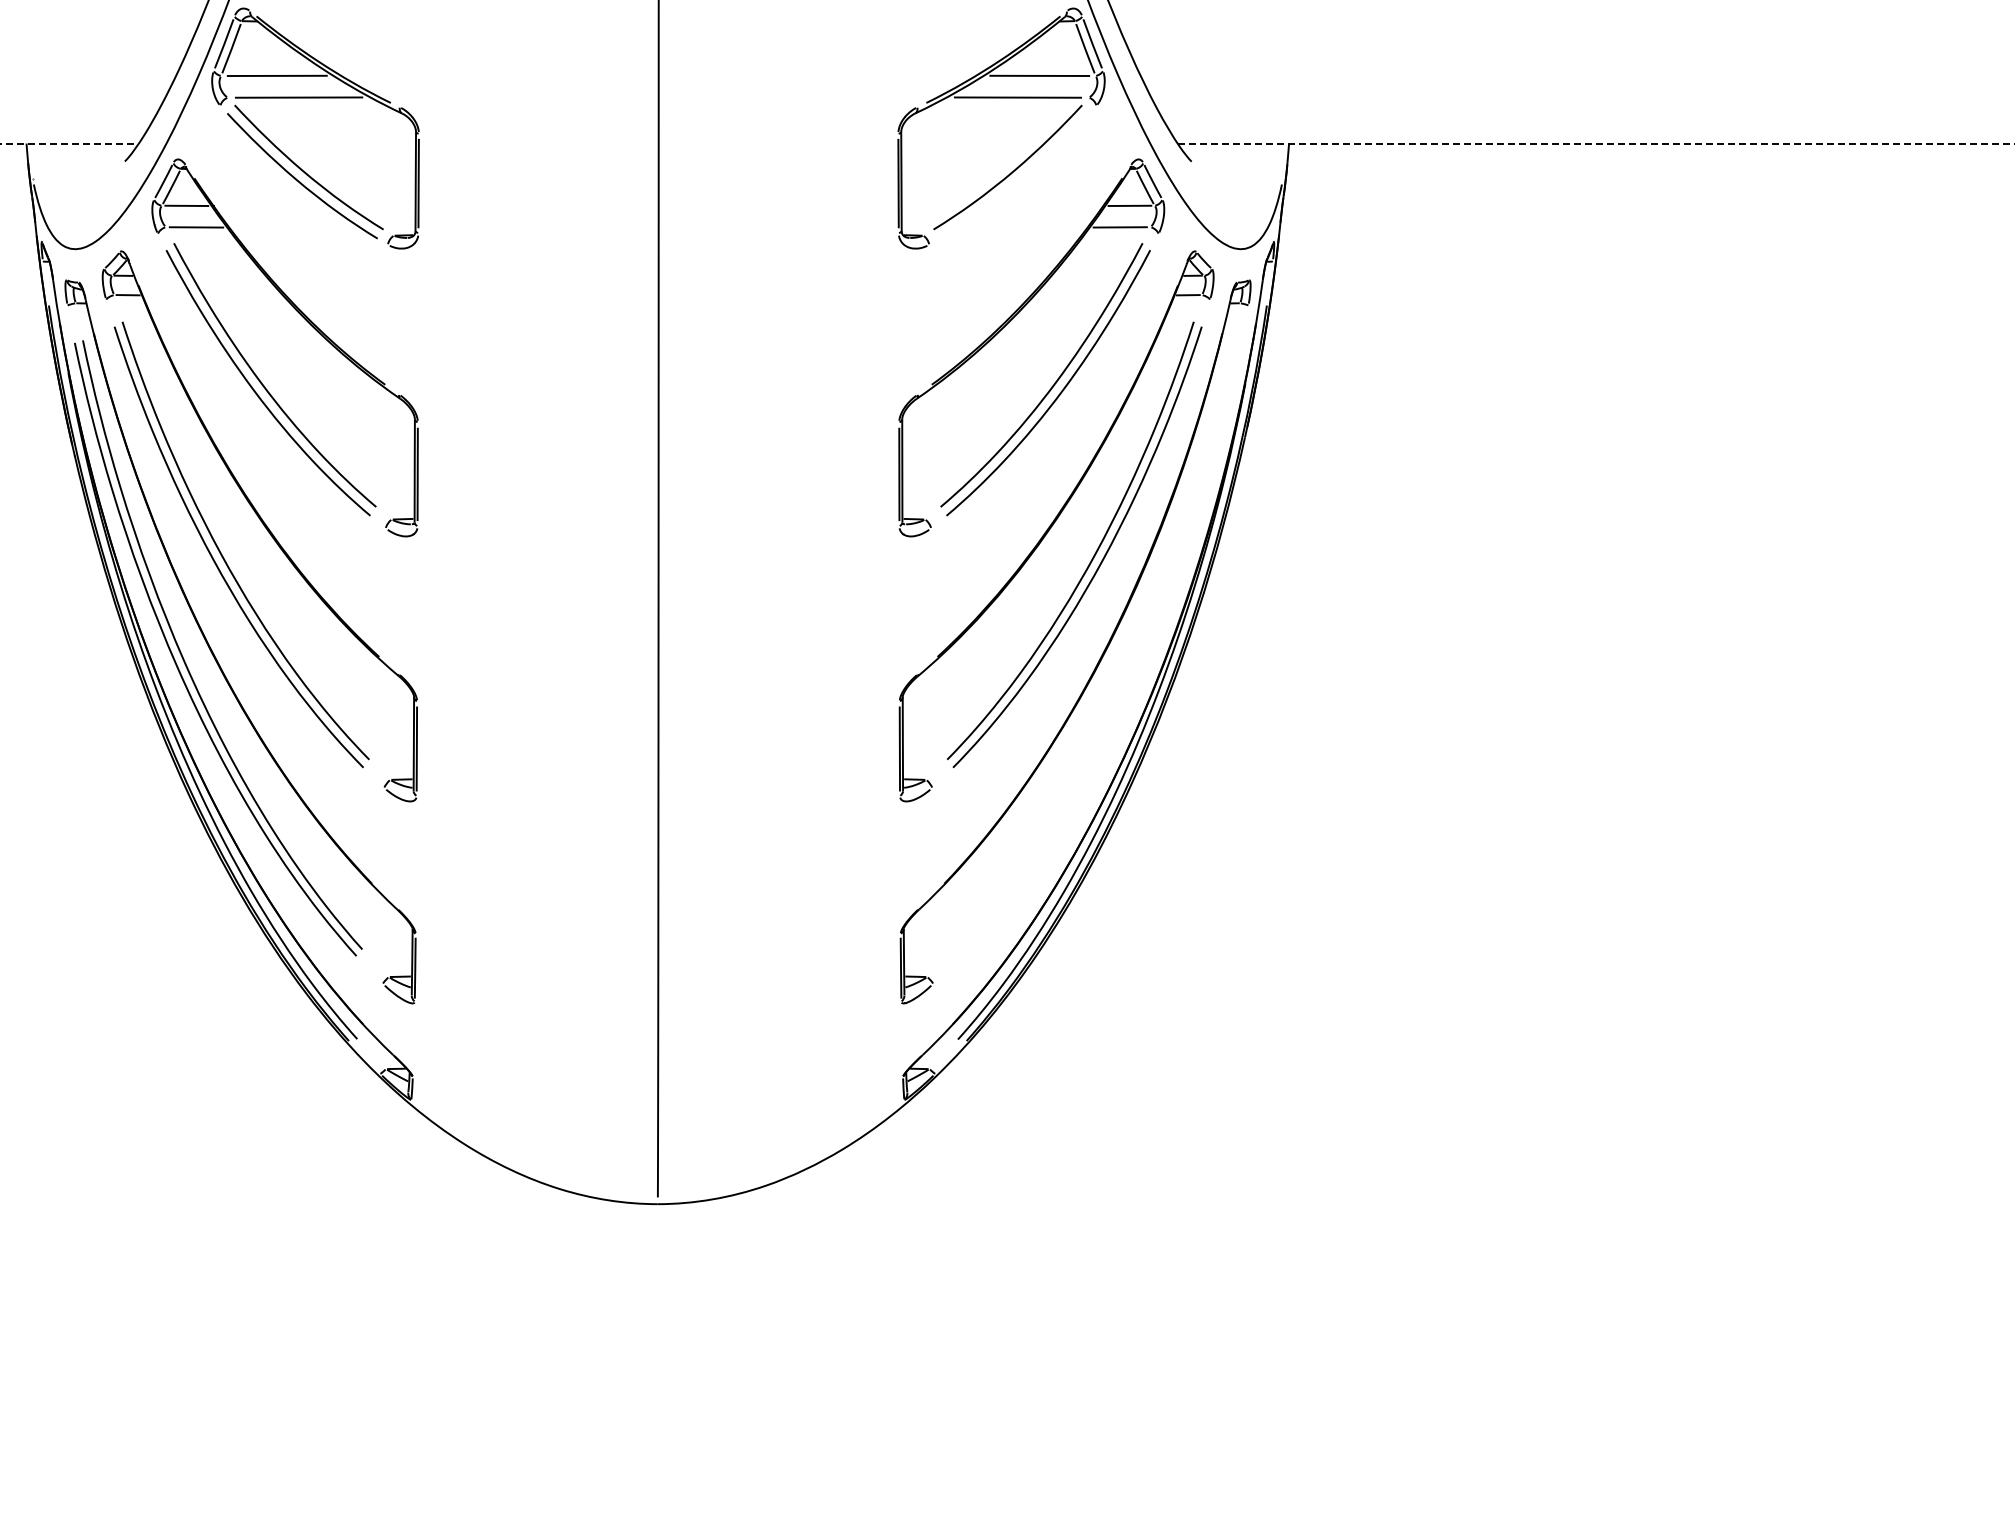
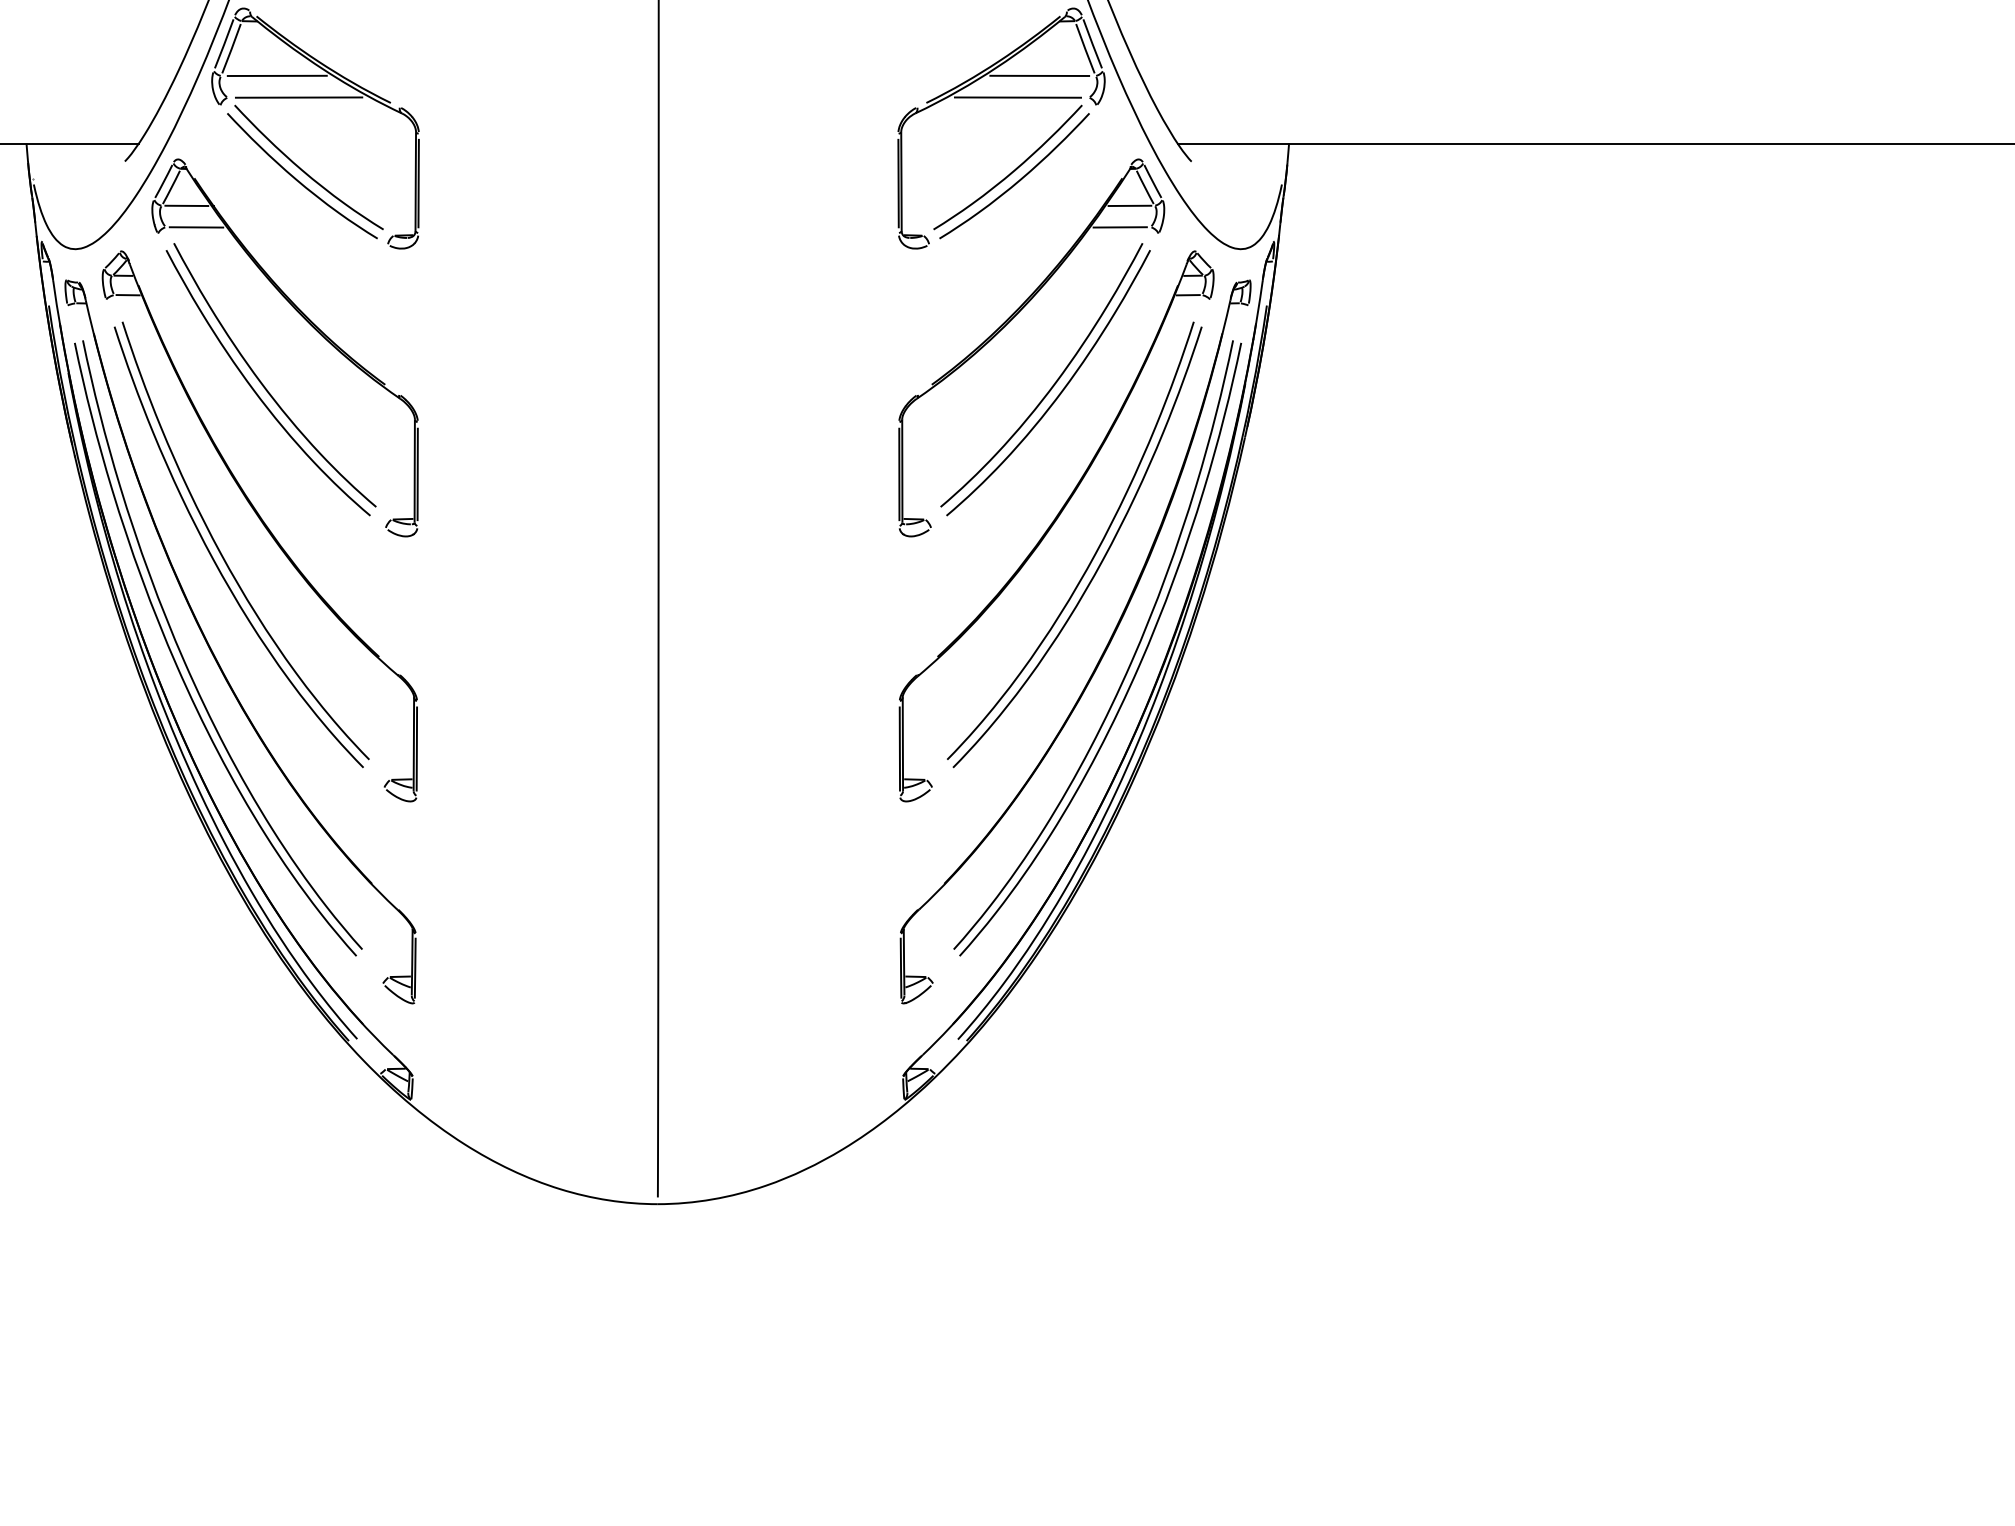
line at (69, 143): dashed -> solid
line at (1596, 143): dashed -> solid
curve at (1016, 181): none -> present
part at (1129, 663): none -> present
